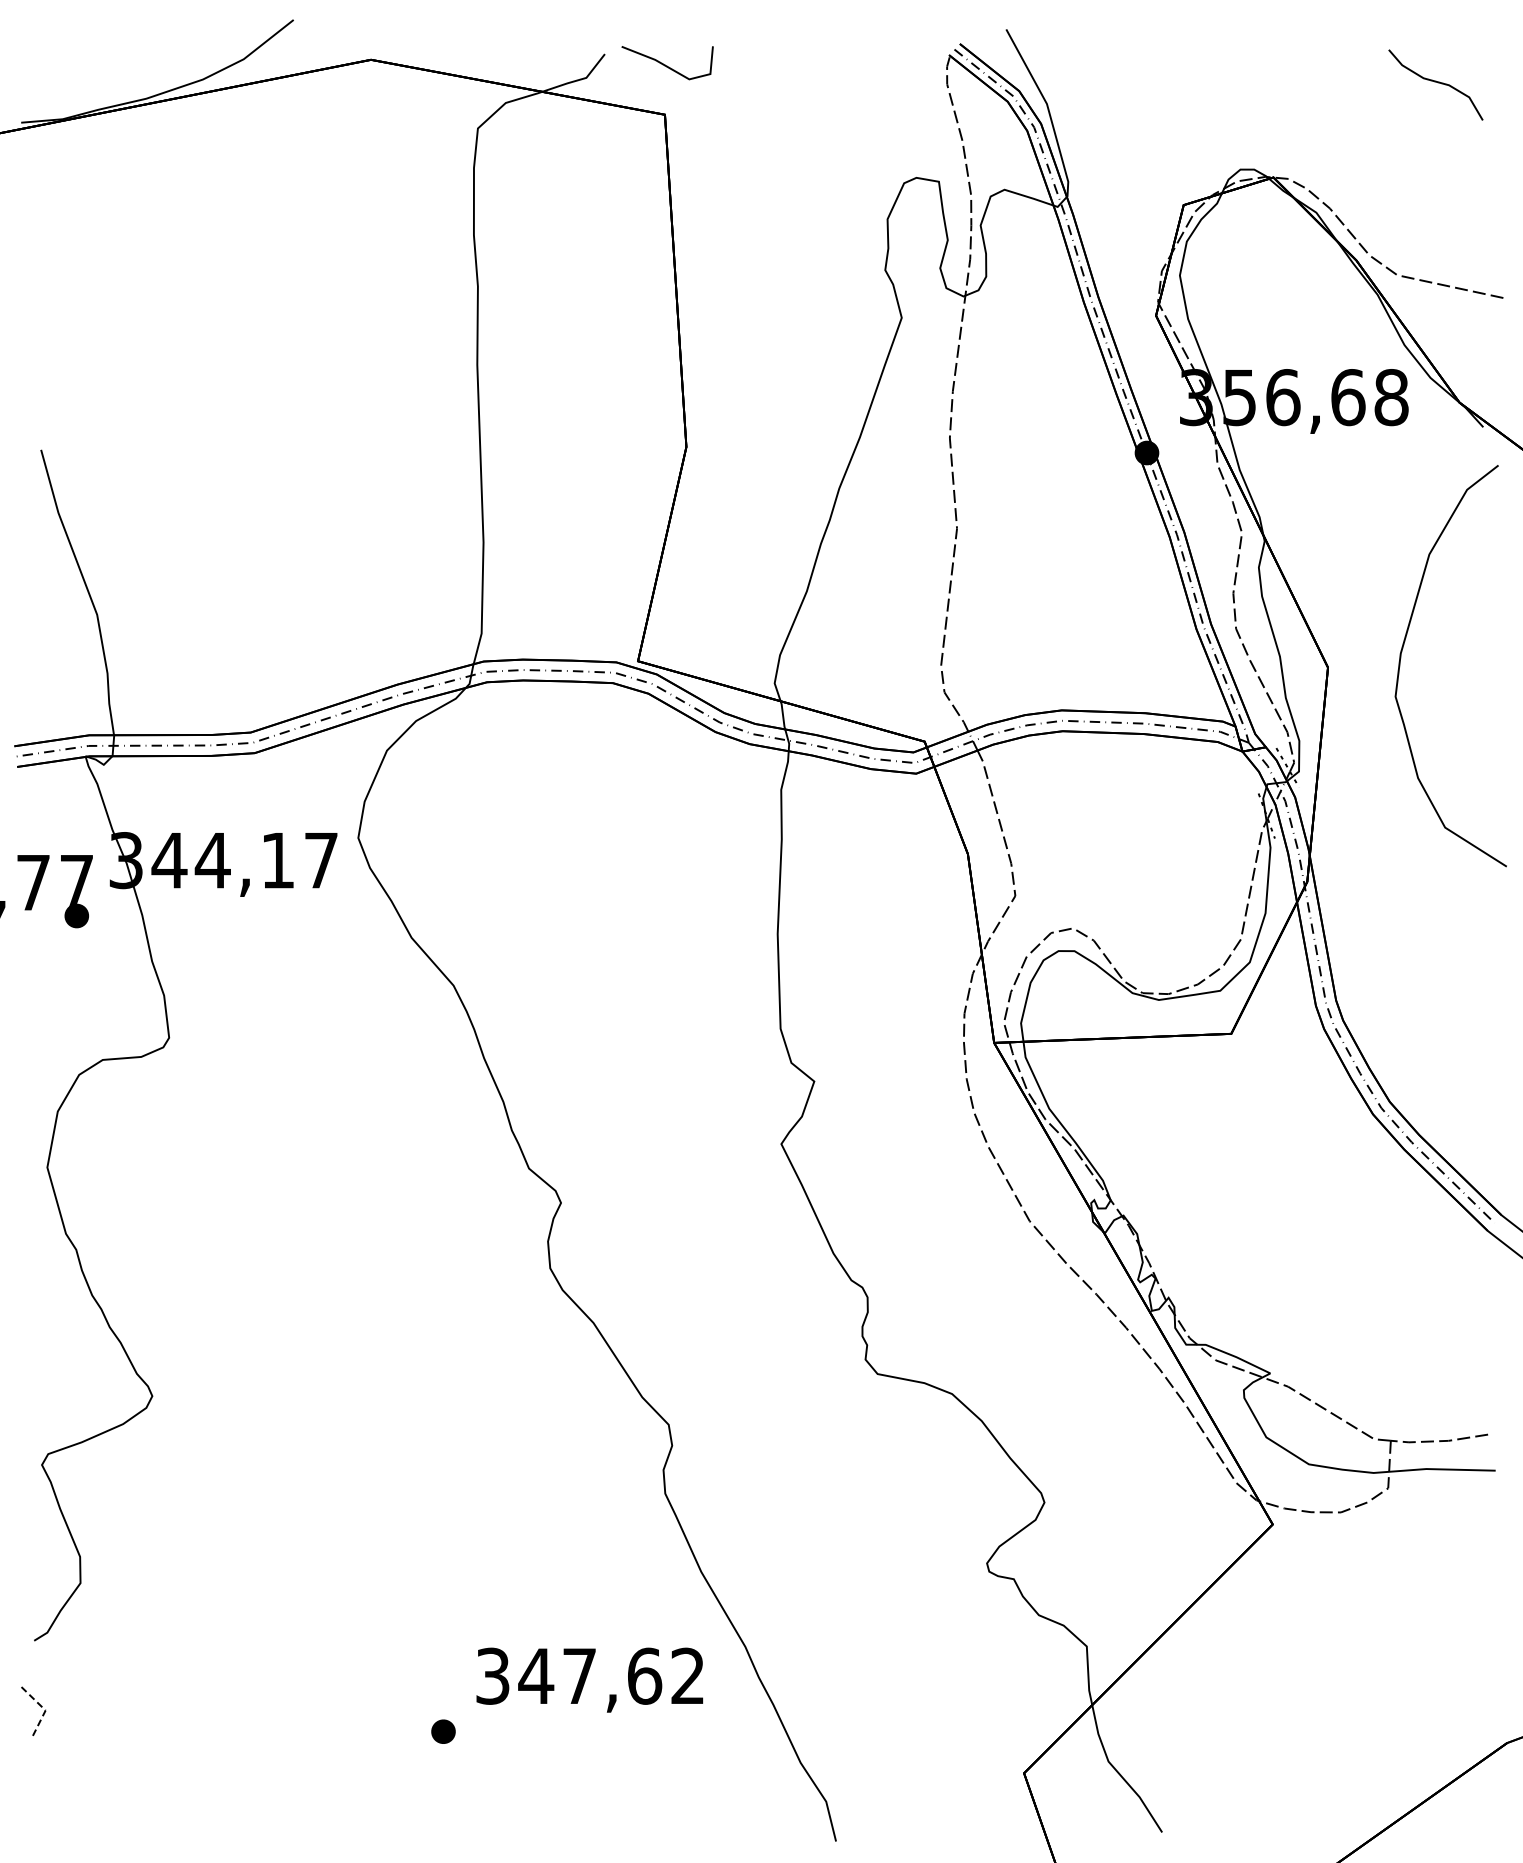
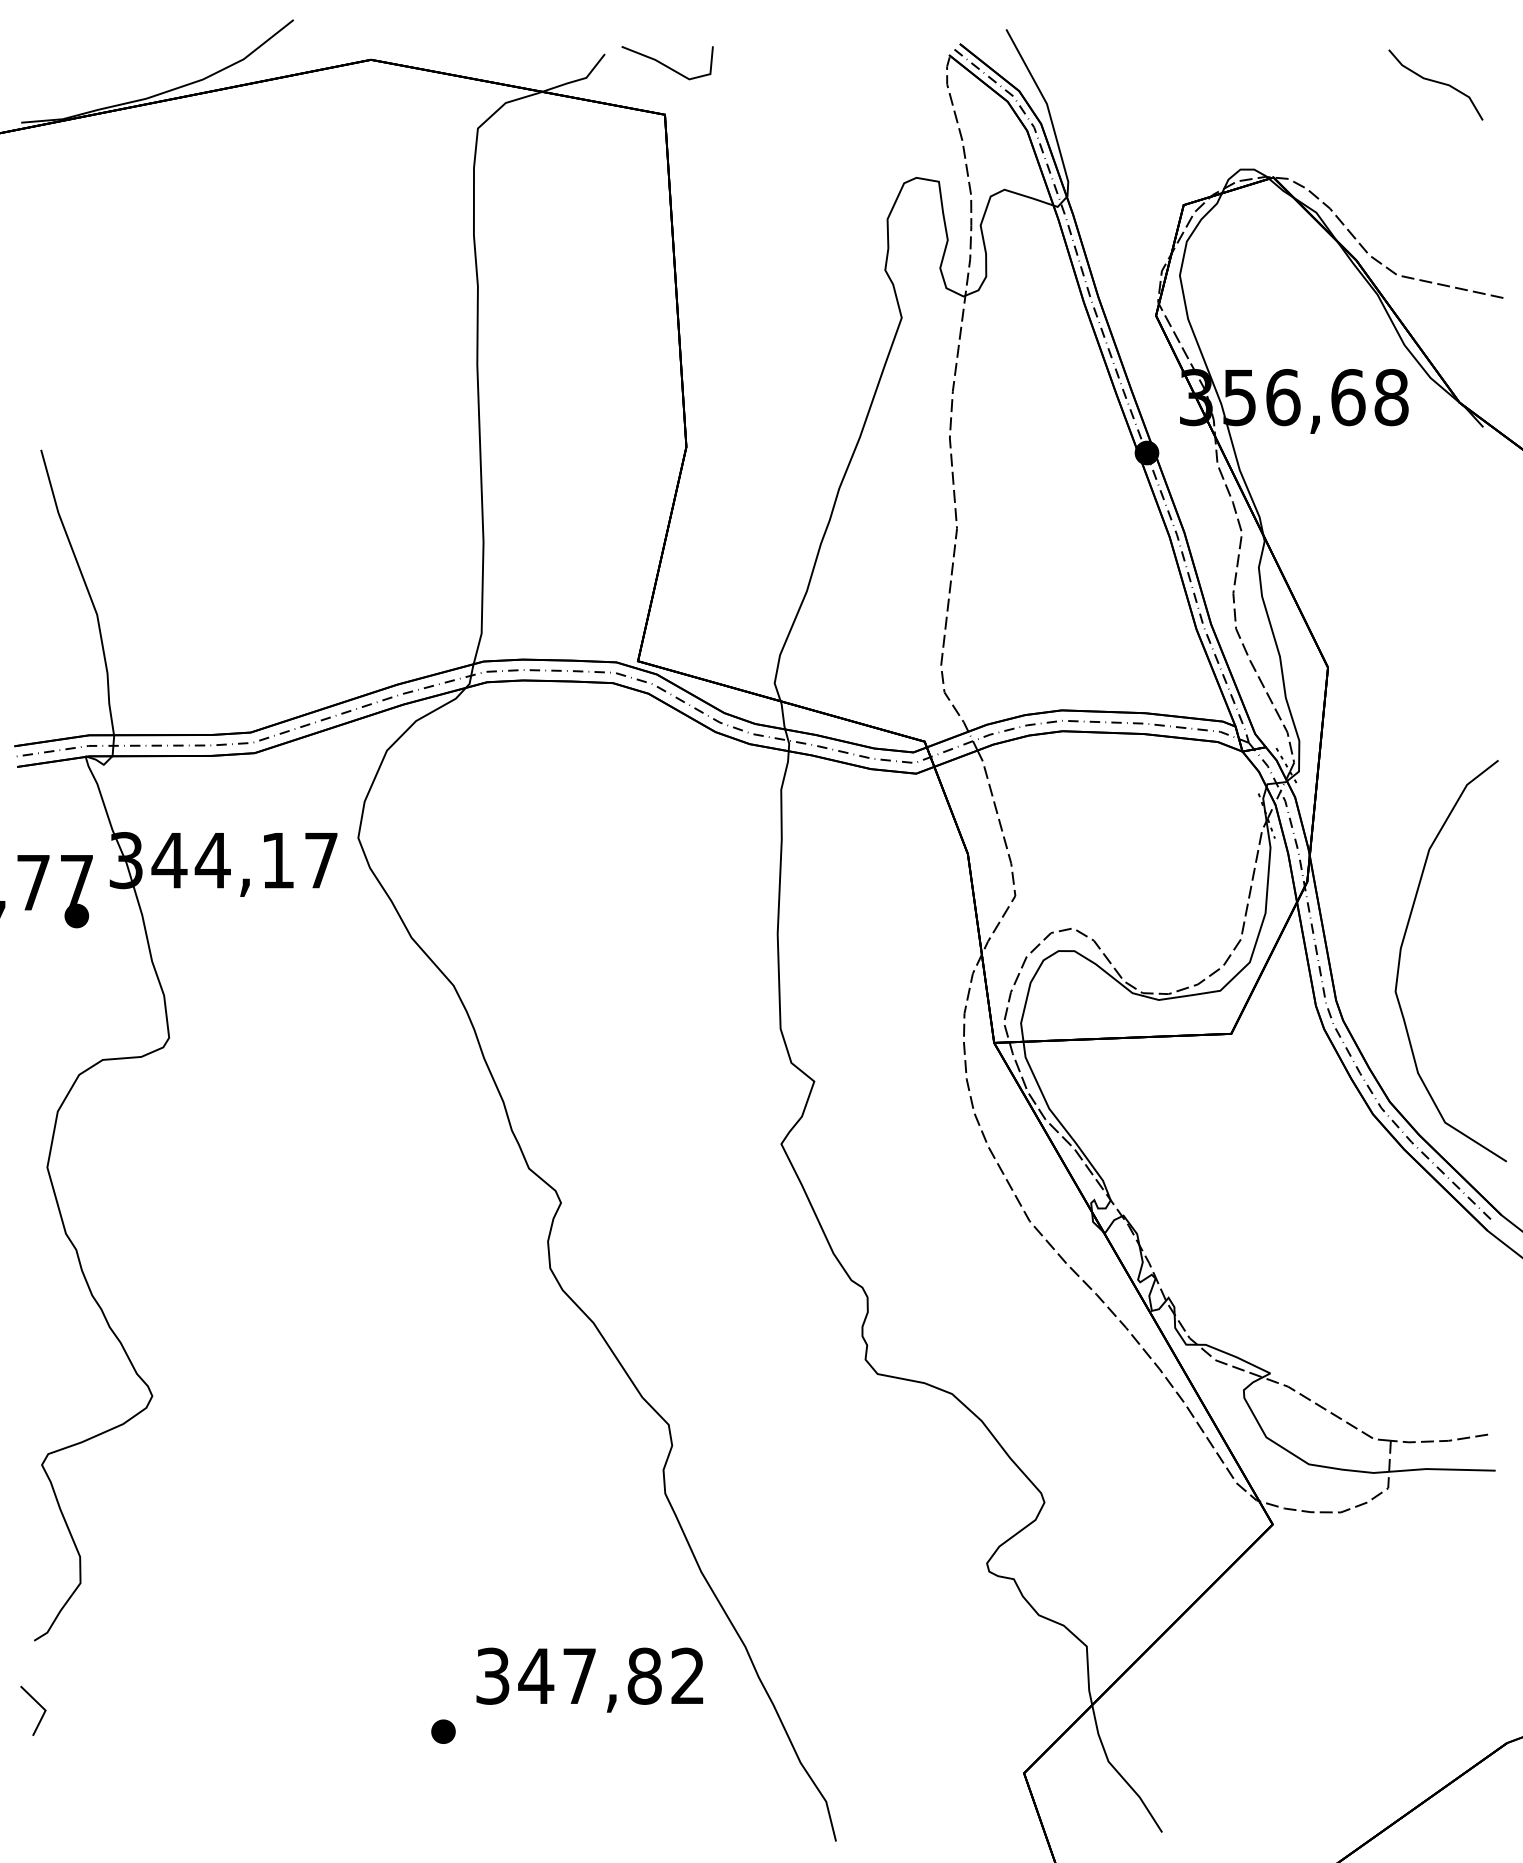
curve at (1401, 658) position: (1401, 658) -> (1401, 953)
text at (644, 1675): 347,62 -> 347,82
line at (43, 1708): dashed -> solid
